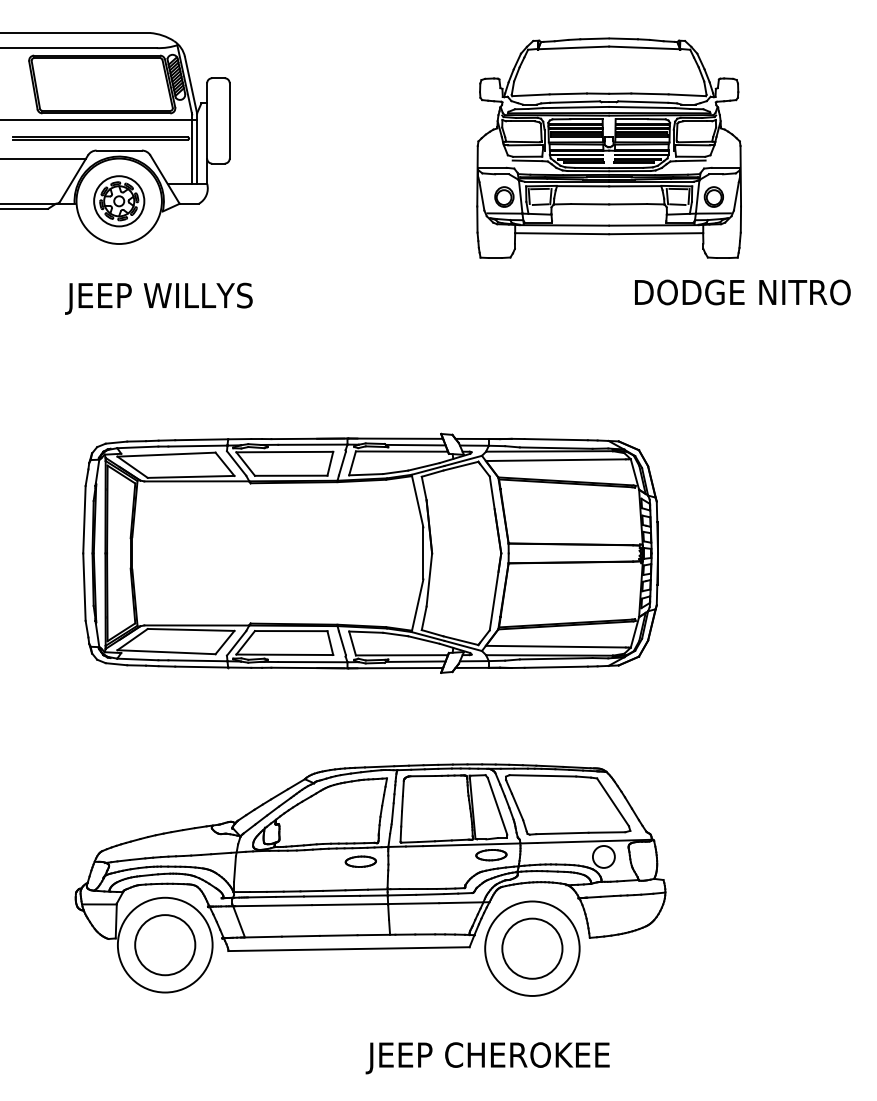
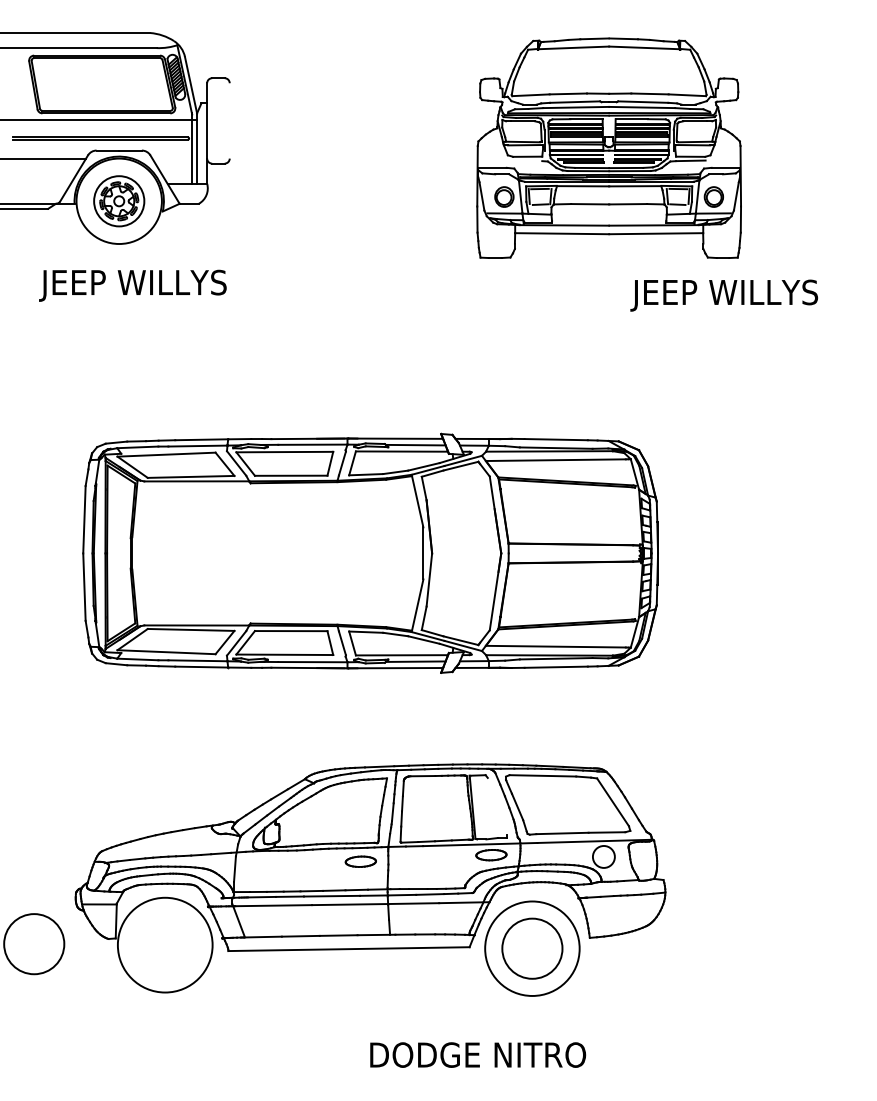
line at (229, 120): present -> none
line at (527, 160): present -> none
text at (740, 295): DODGE NITRO -> JEEP WILLYS
text at (158, 298) position: (158, 298) -> (132, 285)
line at (497, 805): present -> none
circle at (165, 945) position: (165, 945) -> (34, 944)
text at (487, 1058): JEEP CHEROKEE -> DODGE NITRO
